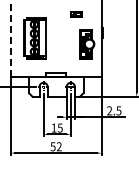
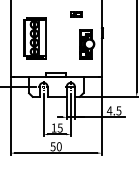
line at (10, 37): dashed -> solid
text at (109, 110): 2.5 -> 4.5
text at (58, 146): 52 -> 50
